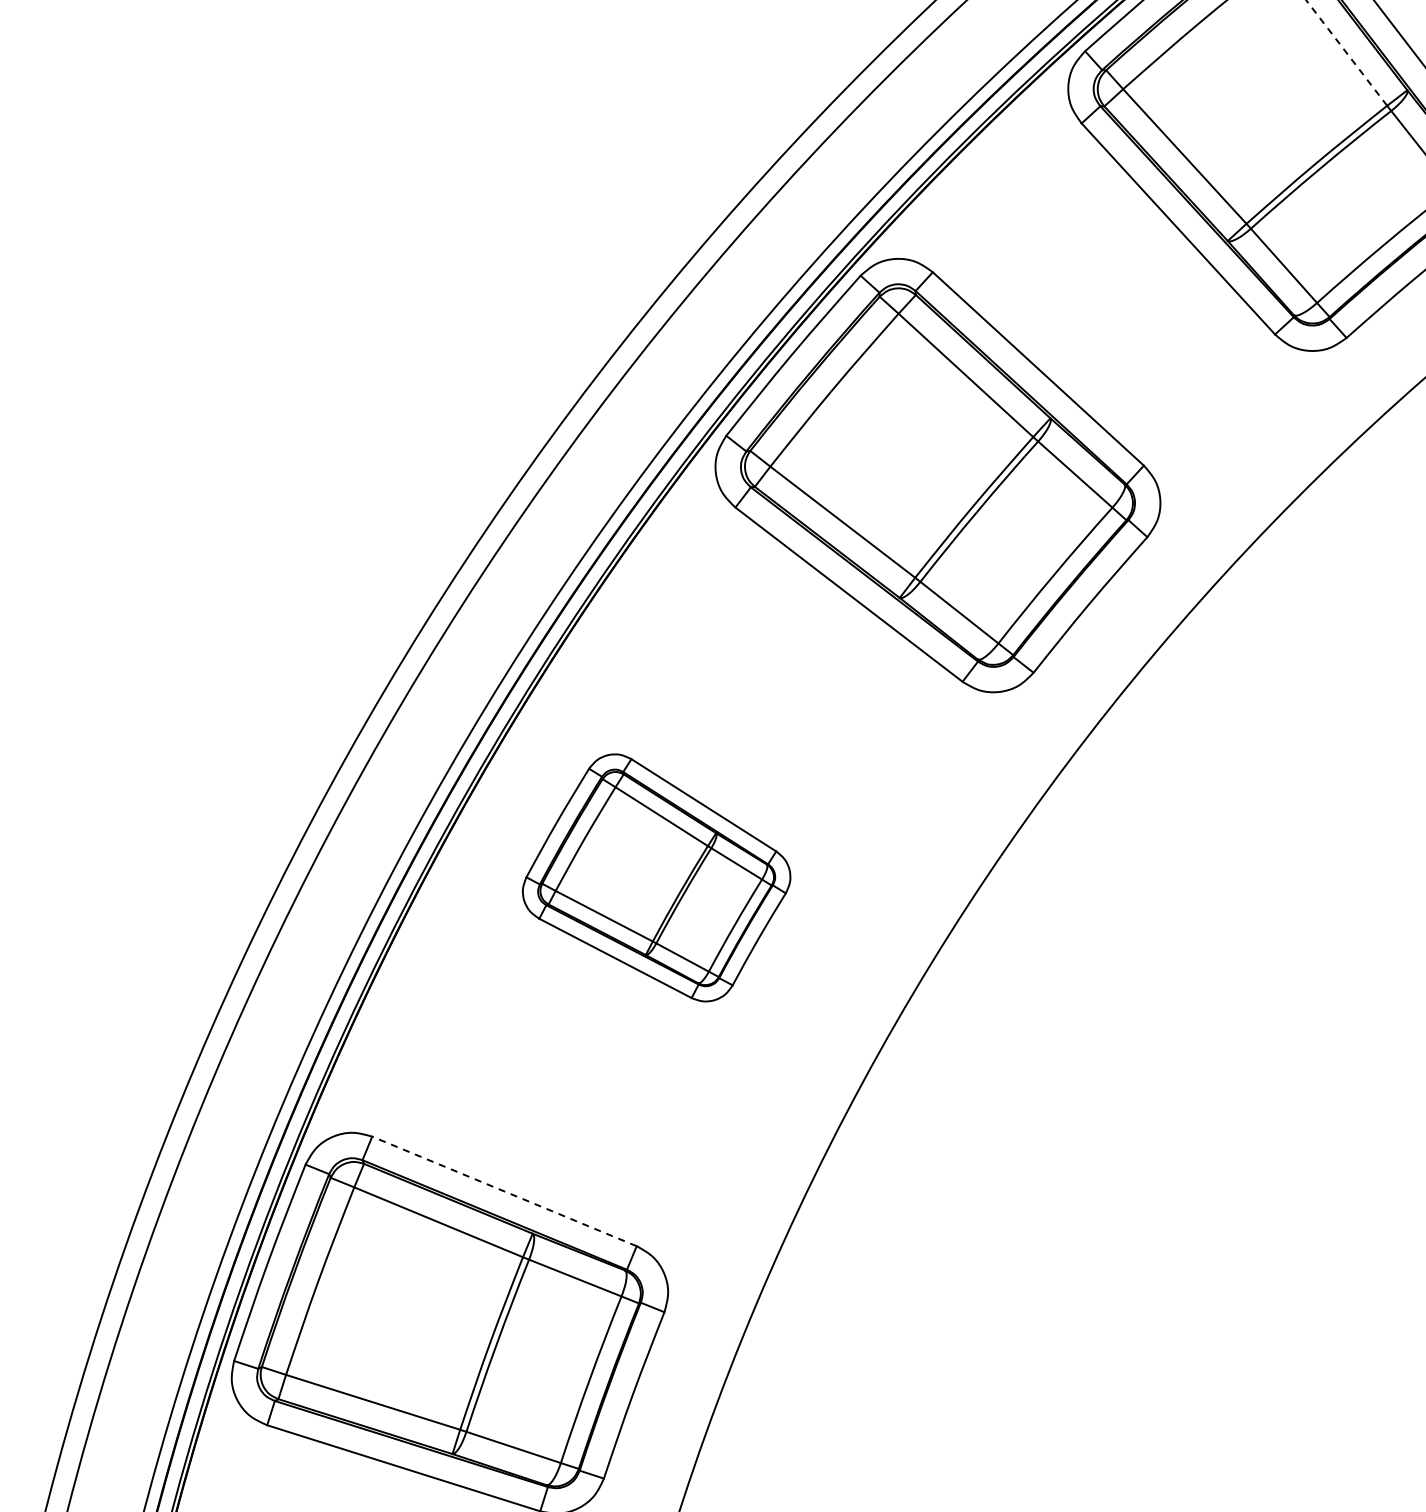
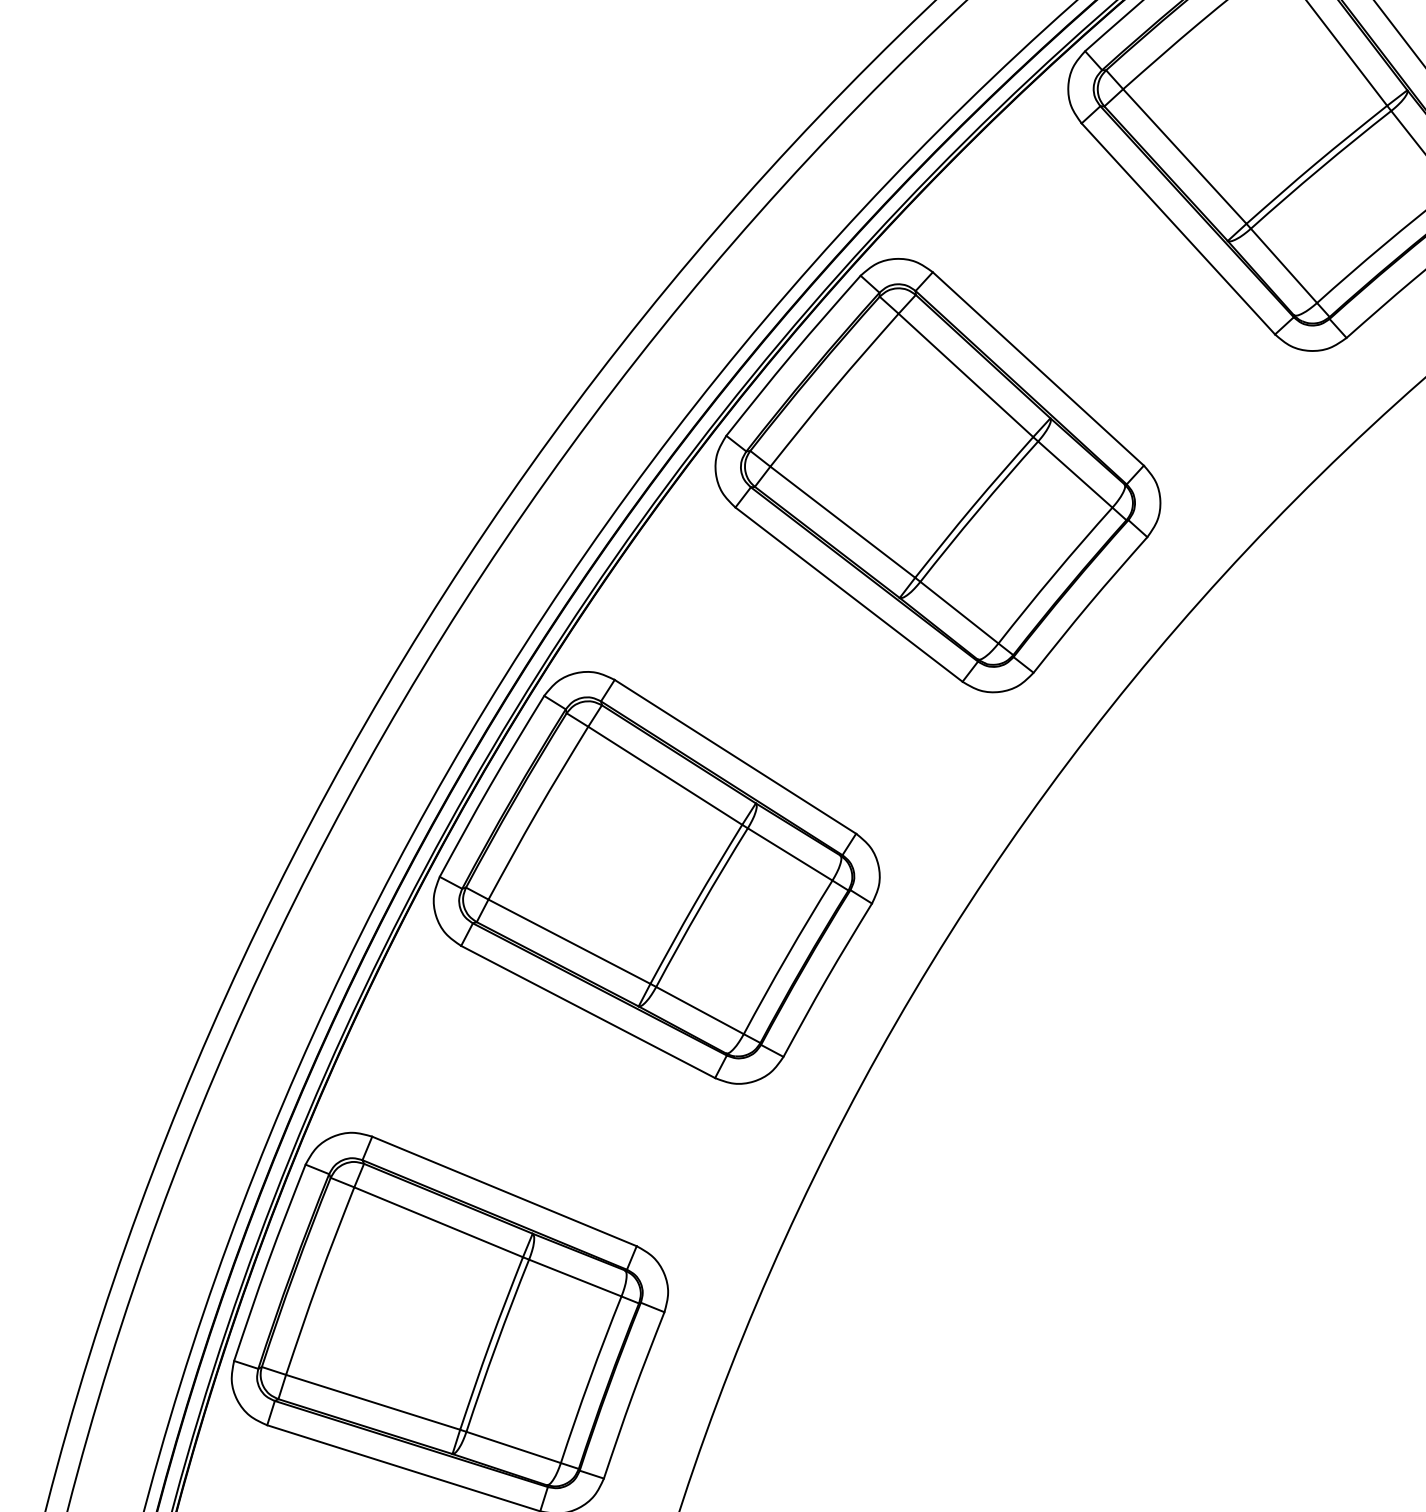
line at (1346, 52): dashed -> solid
part at (656, 877) size: 271x250 px -> 449x414 px
line at (504, 1191): dashed -> solid
